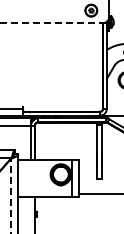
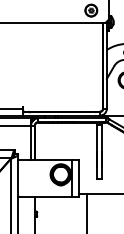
line at (52, 22): dashed -> solid
line at (11, 195): dashed -> solid
line at (87, 211): none -> present
